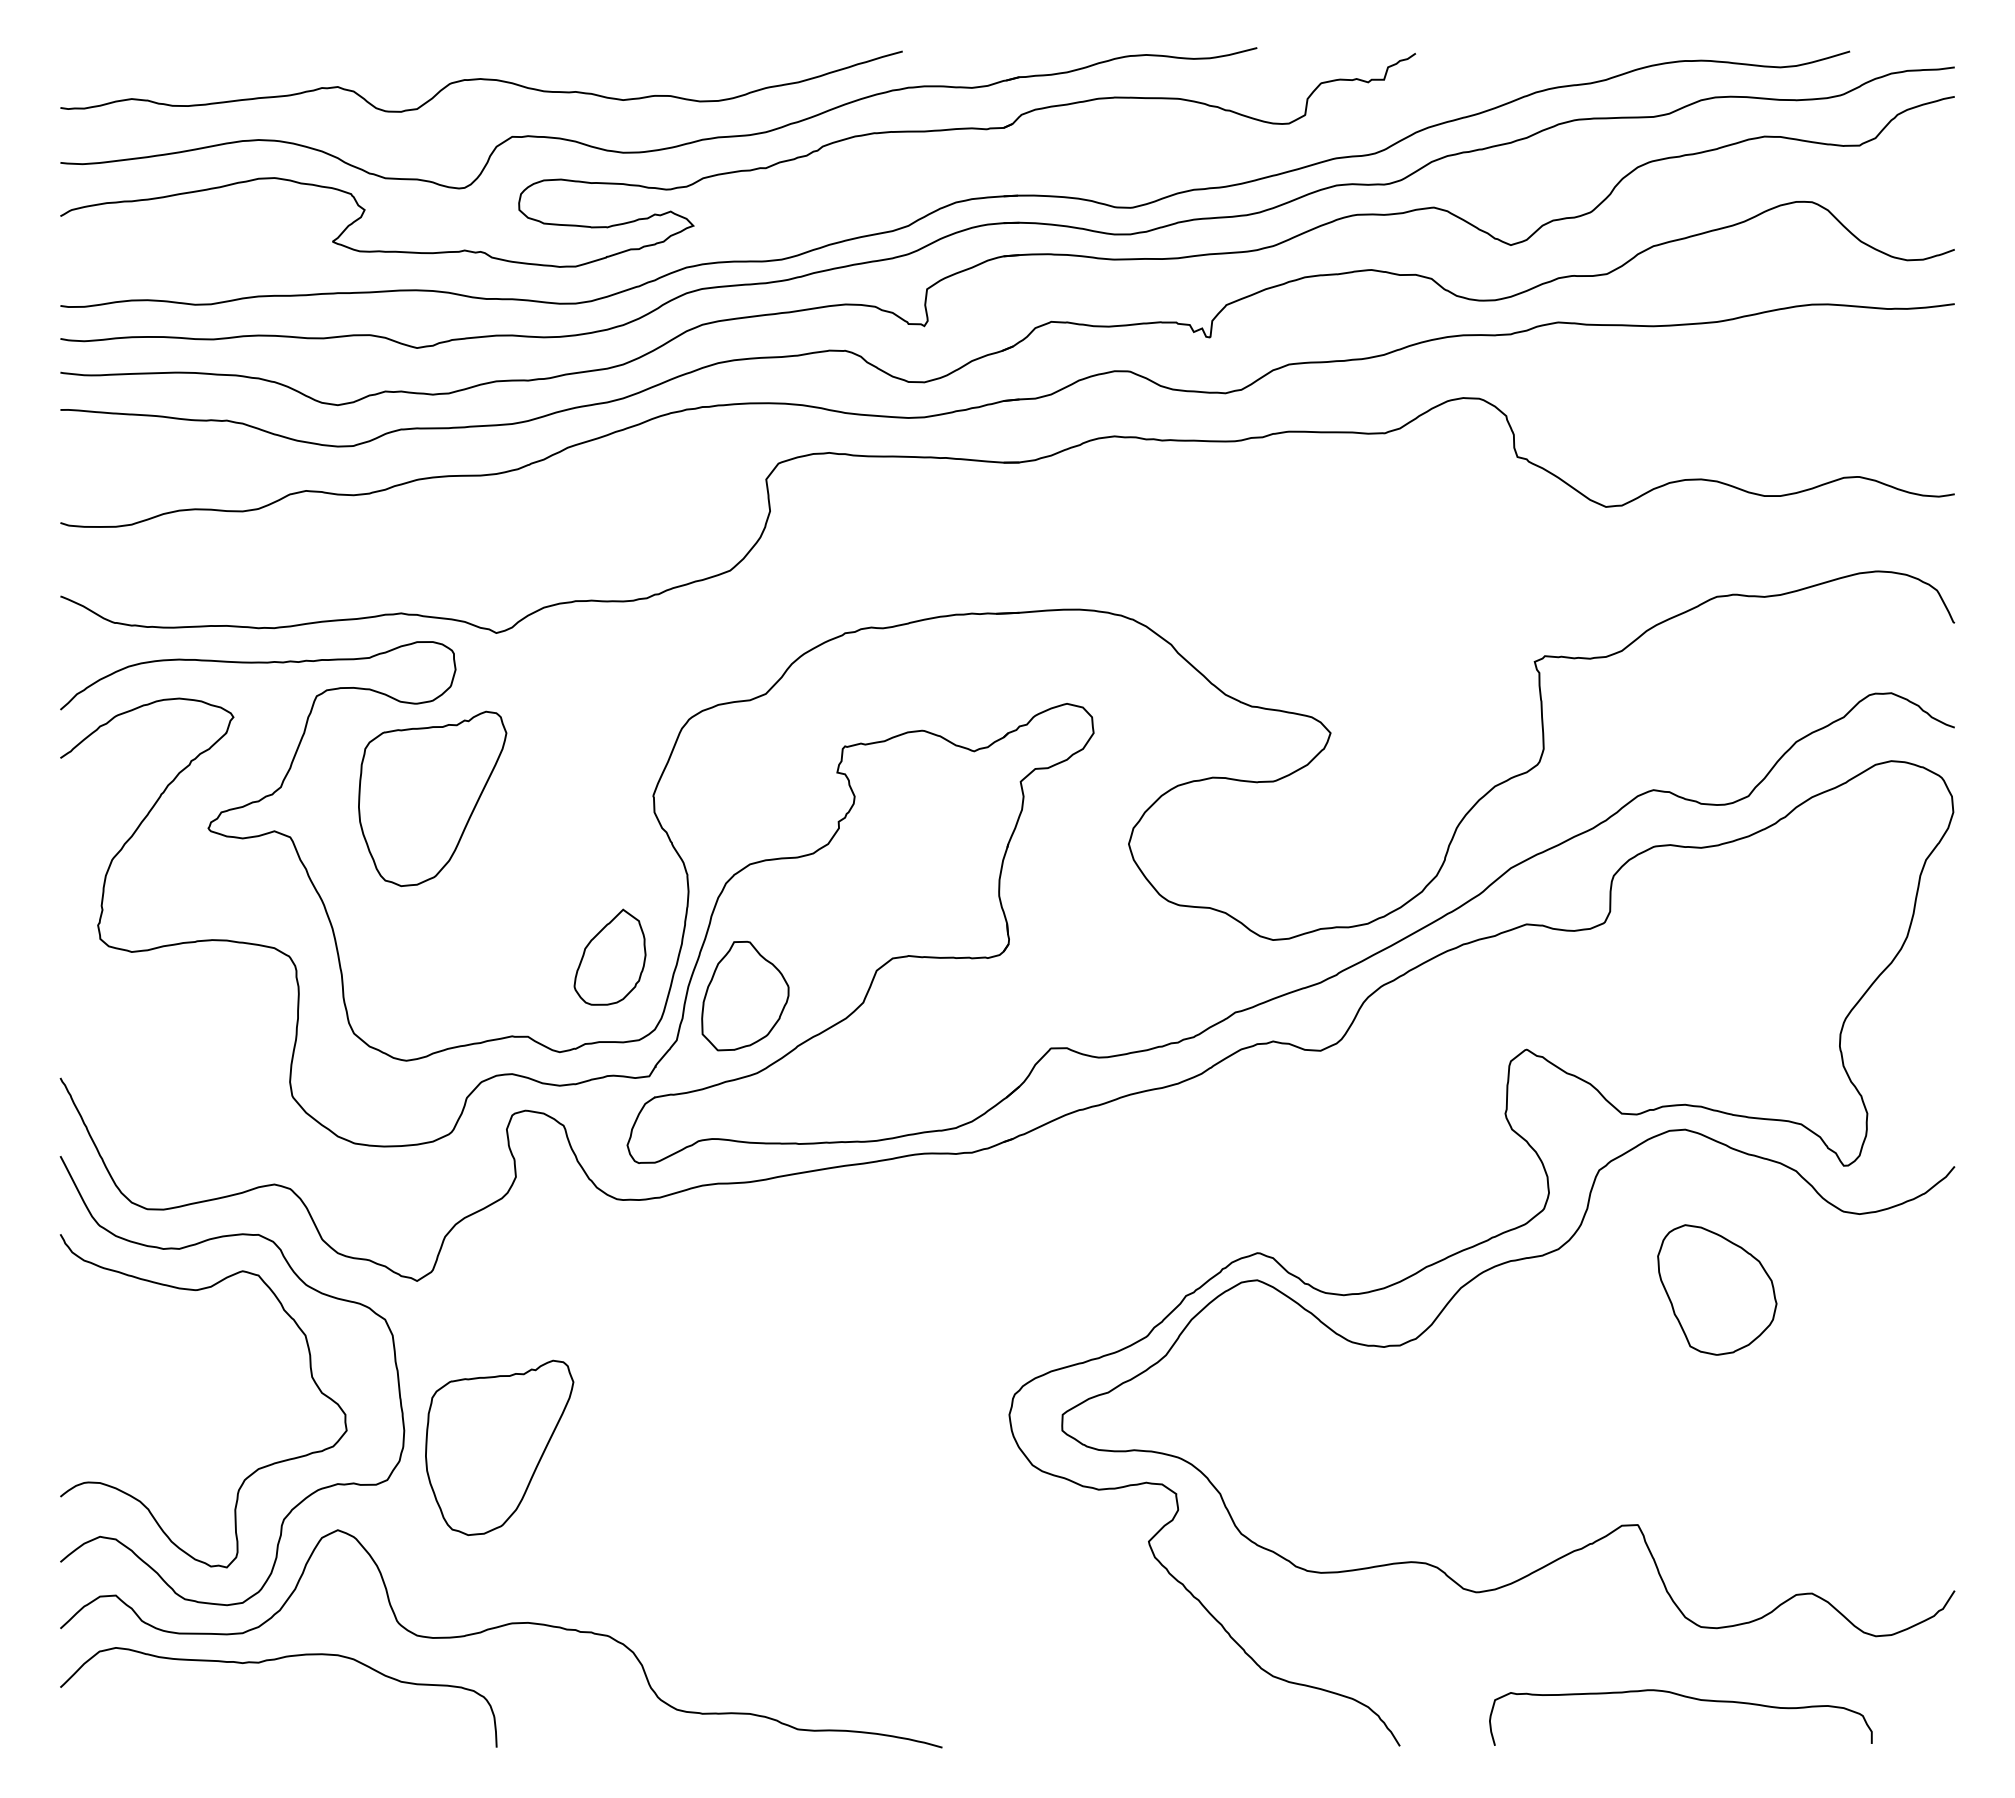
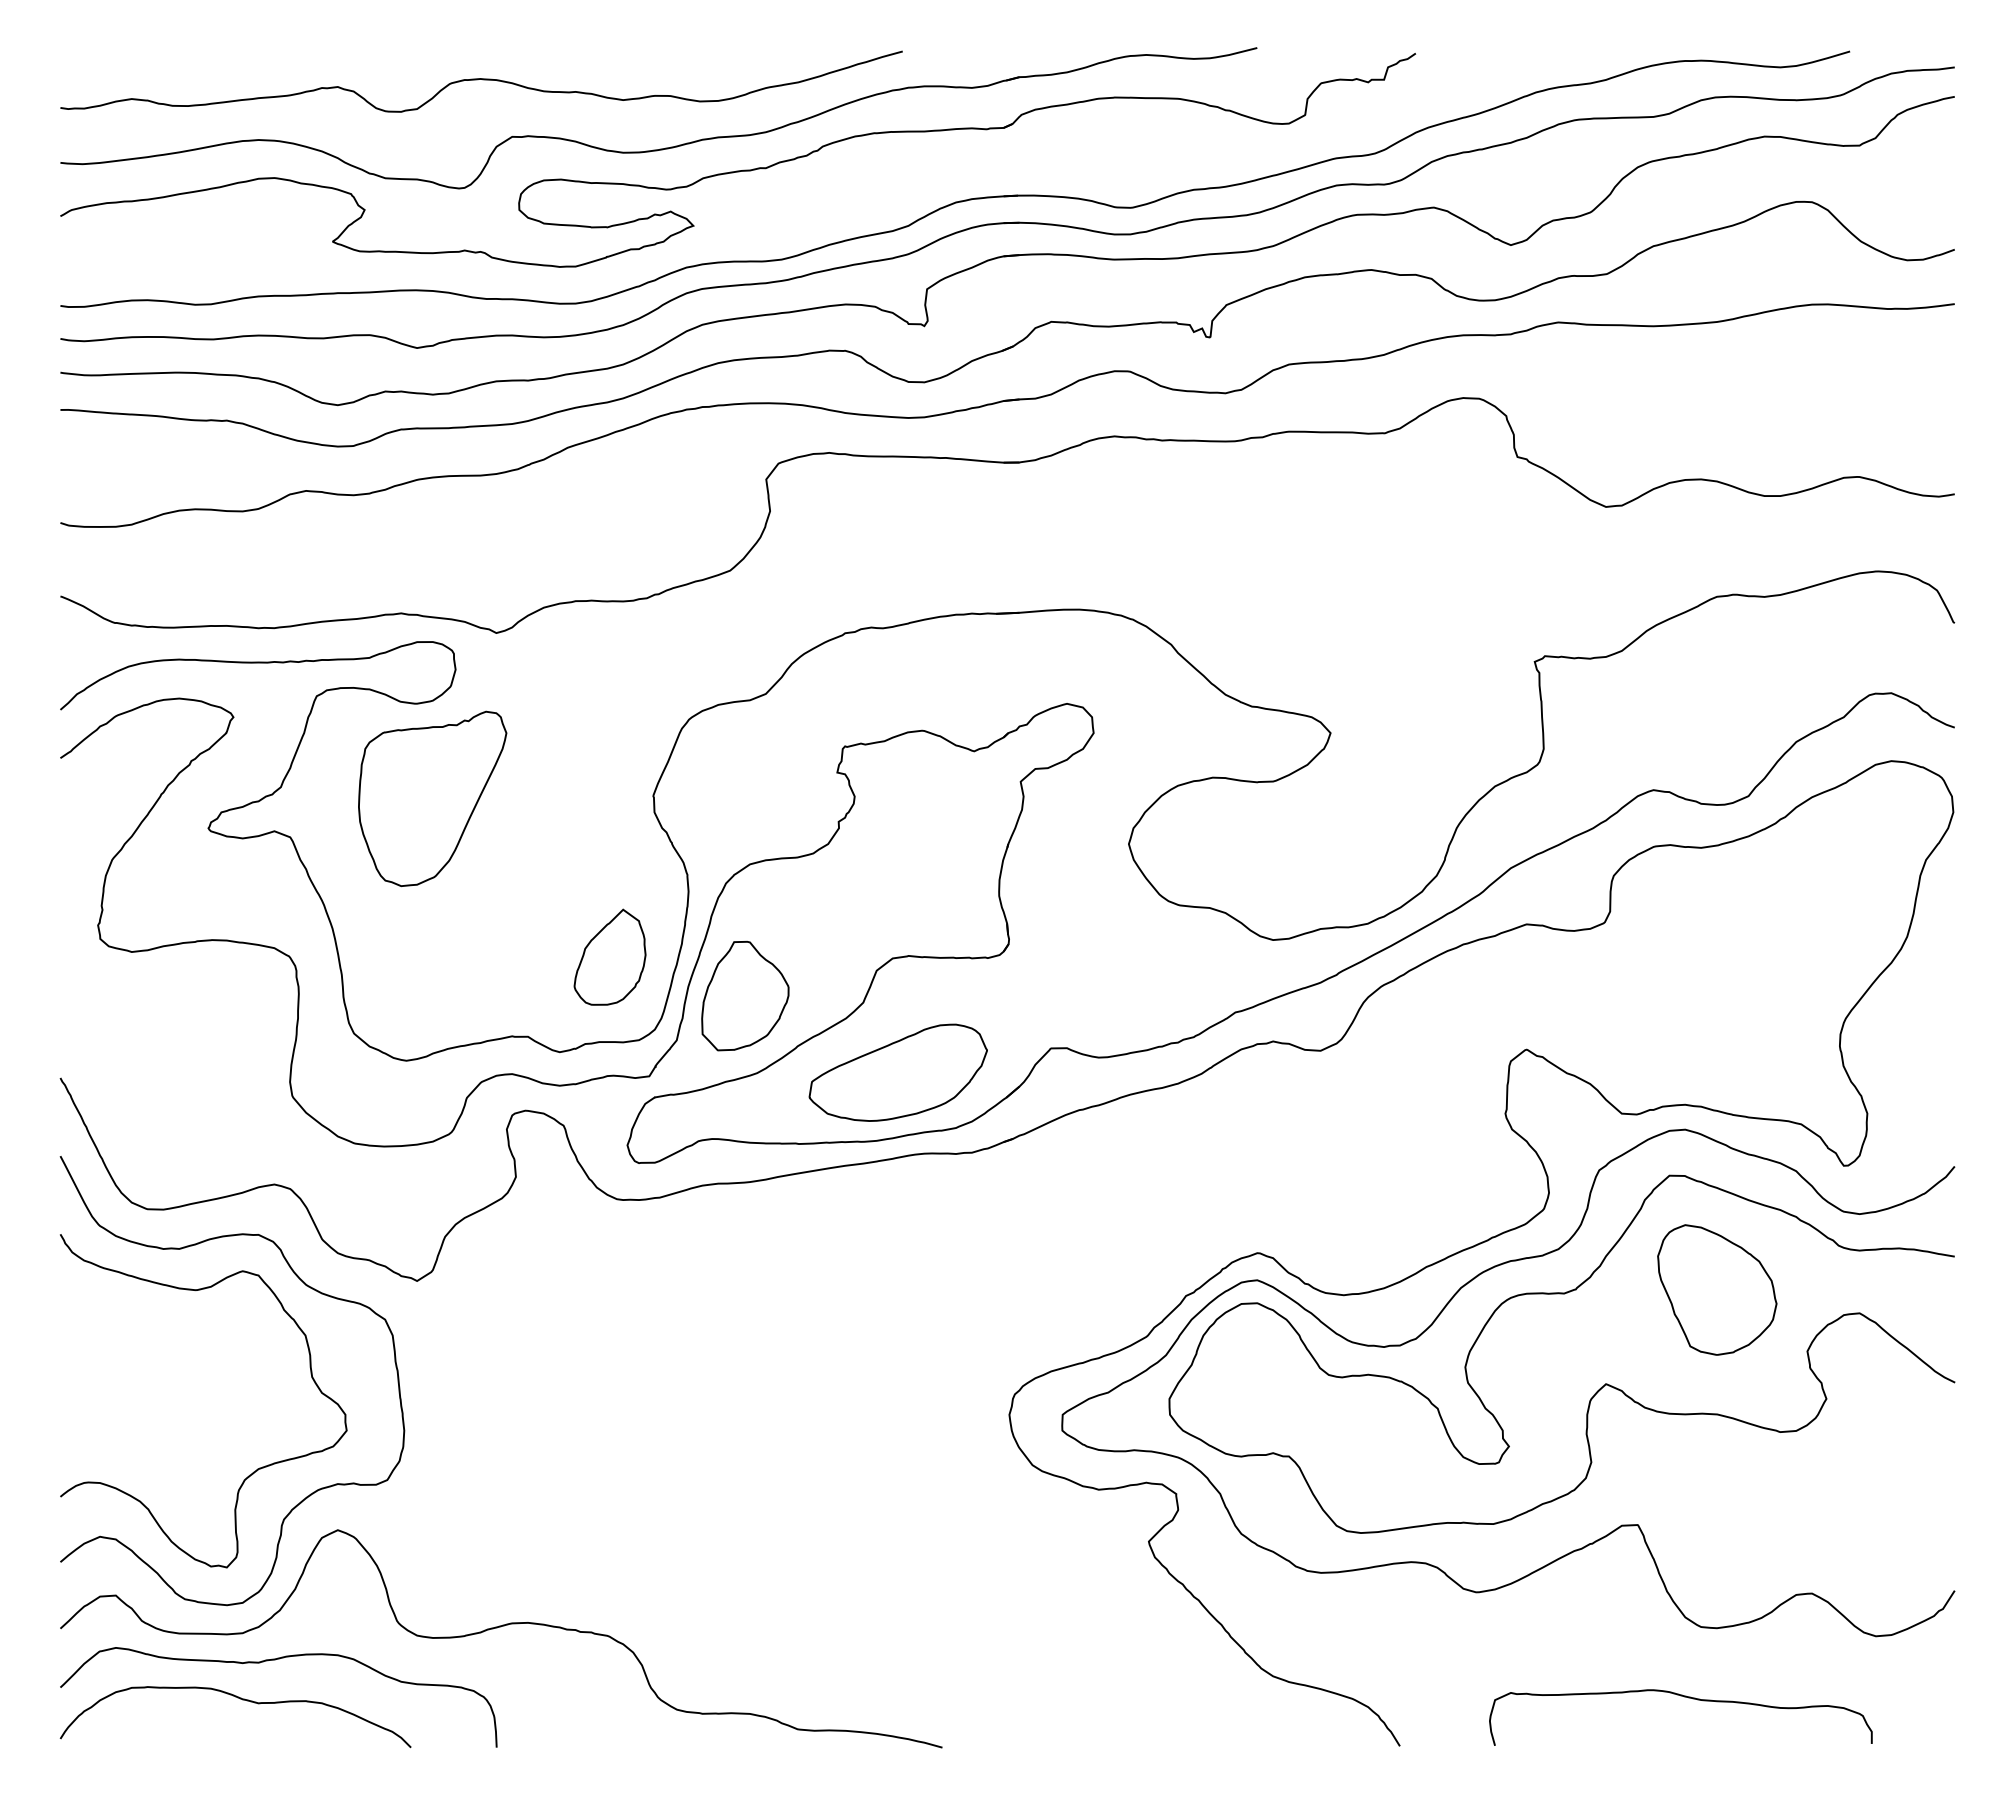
part at (897, 1072): none -> present
curve at (1598, 1389): none -> present
part at (499, 1447): present -> none
curve at (242, 1700): none -> present
